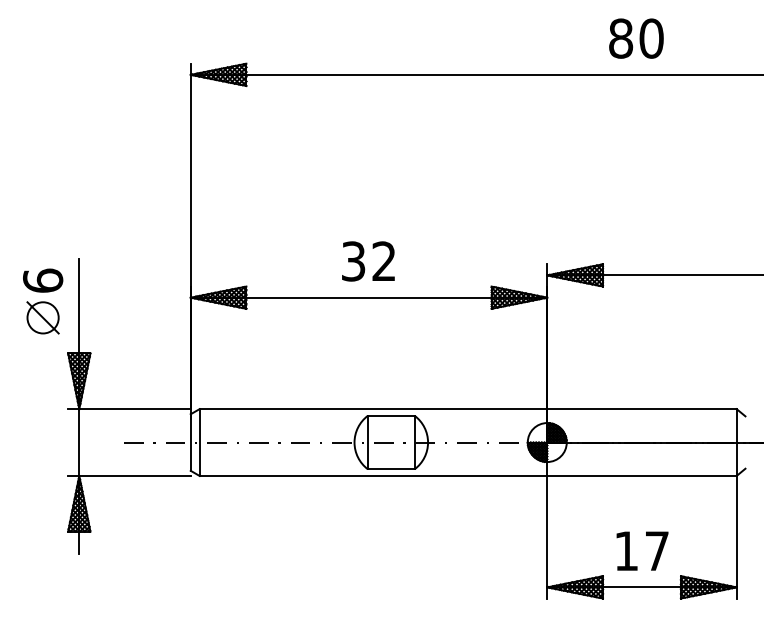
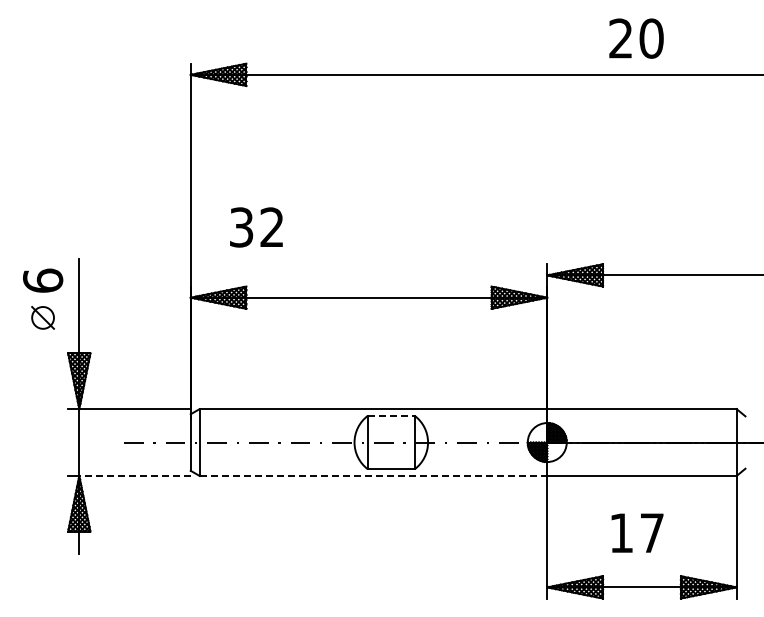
text at (621, 38): 80 -> 20
text at (368, 261) position: (368, 261) -> (256, 227)
part at (42, 317) size: 34x34 px -> 24x24 px
line at (391, 415): solid -> dashed
line at (135, 475): solid -> dashed
line at (373, 475): solid -> dashed
text at (642, 550) position: (642, 550) -> (637, 532)
